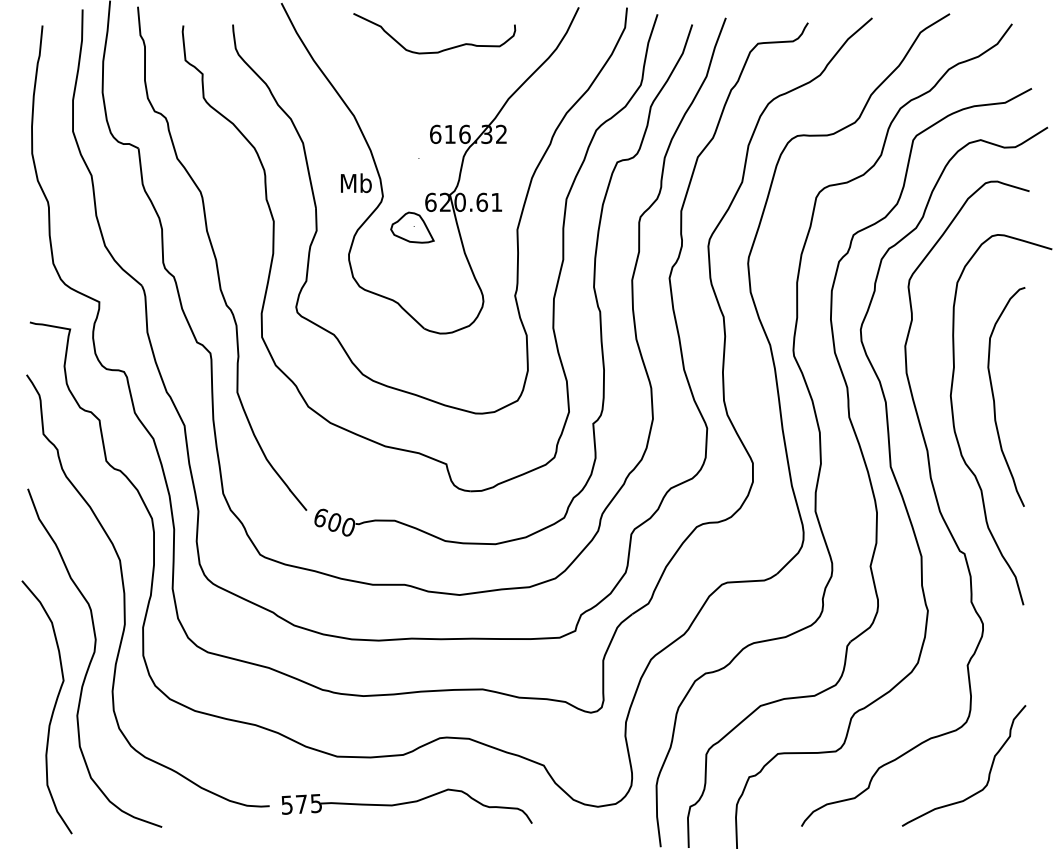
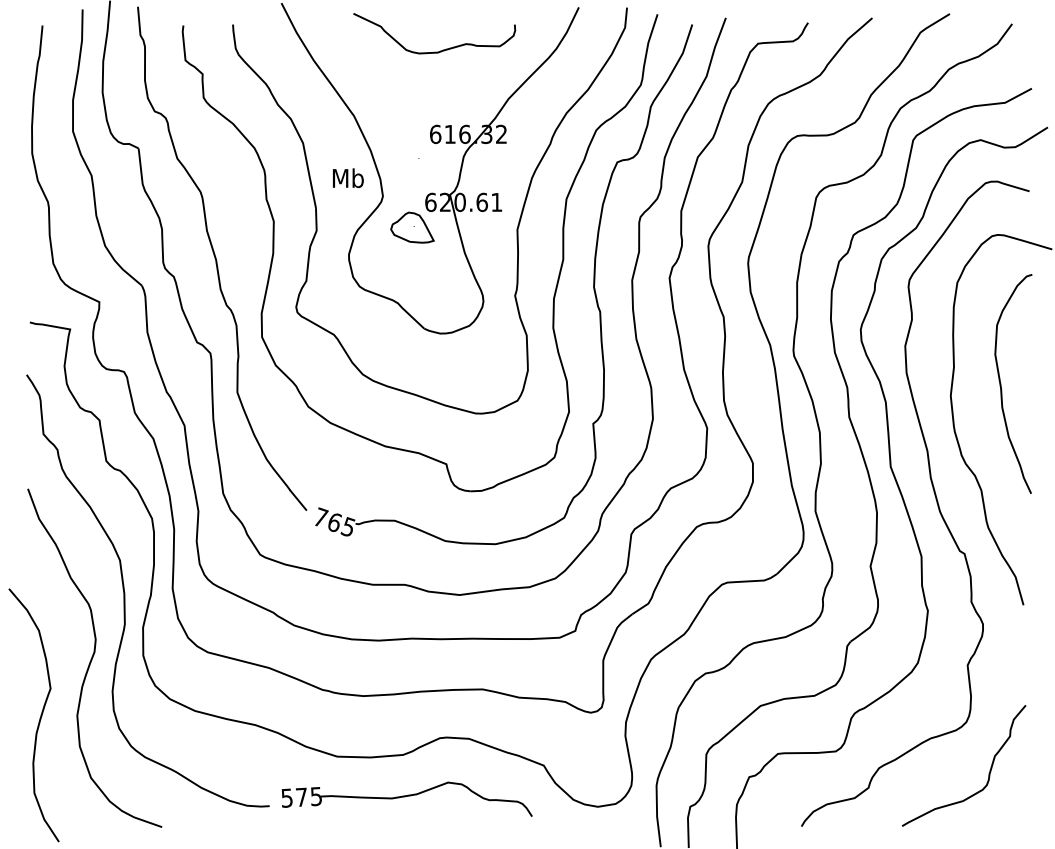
text at (356, 183) position: (356, 183) -> (348, 178)
curve at (994, 396) position: (994, 396) -> (1001, 383)
text at (334, 521): 600 -> 765
curve at (52, 710) position: (52, 710) -> (39, 718)
part at (406, 805) position: (406, 805) -> (406, 798)
